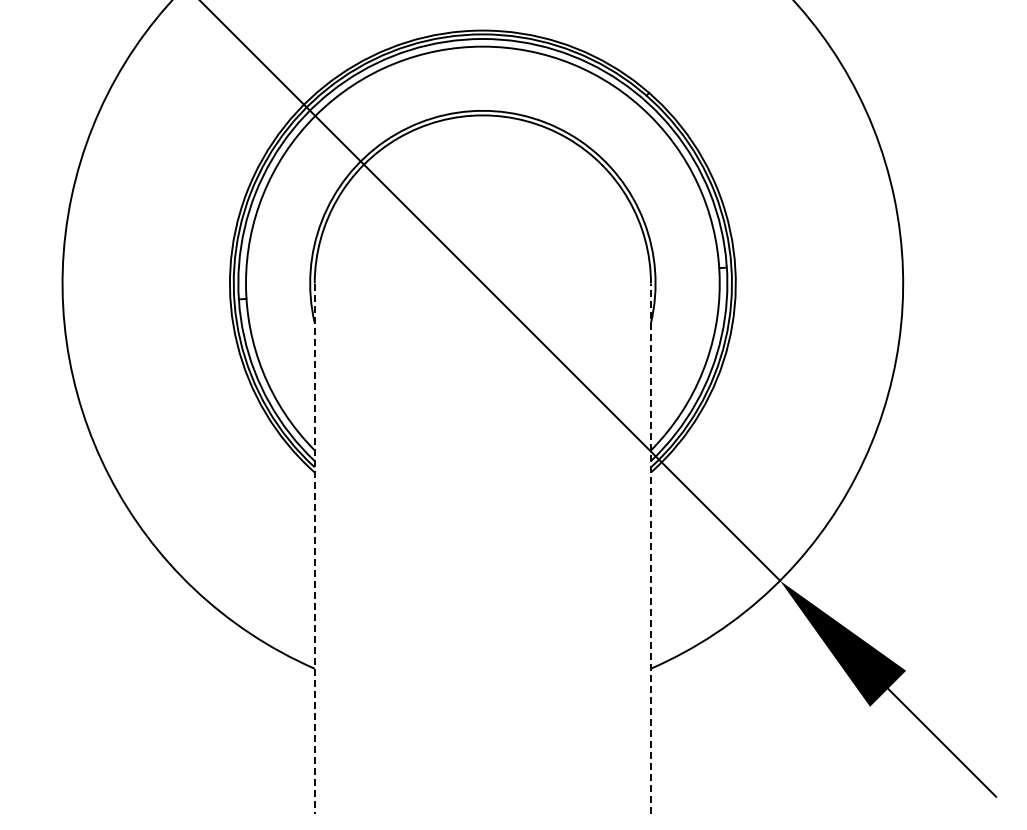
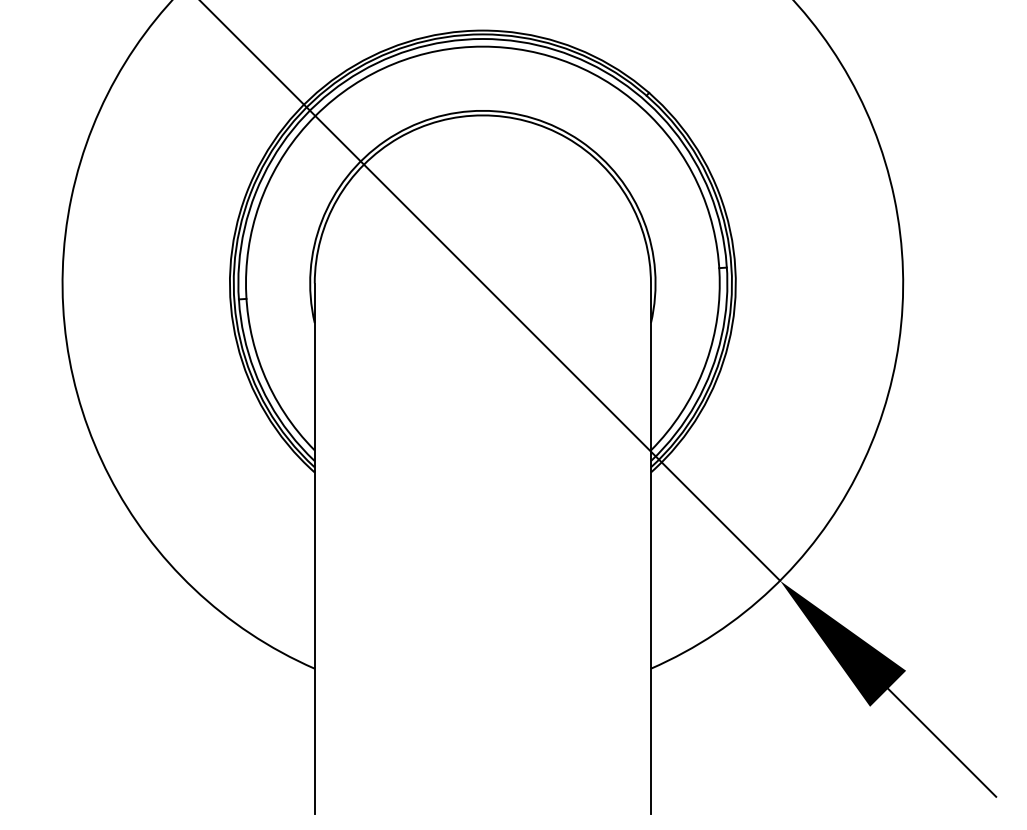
line at (650, 548): dashed -> solid
line at (314, 549): dashed -> solid
